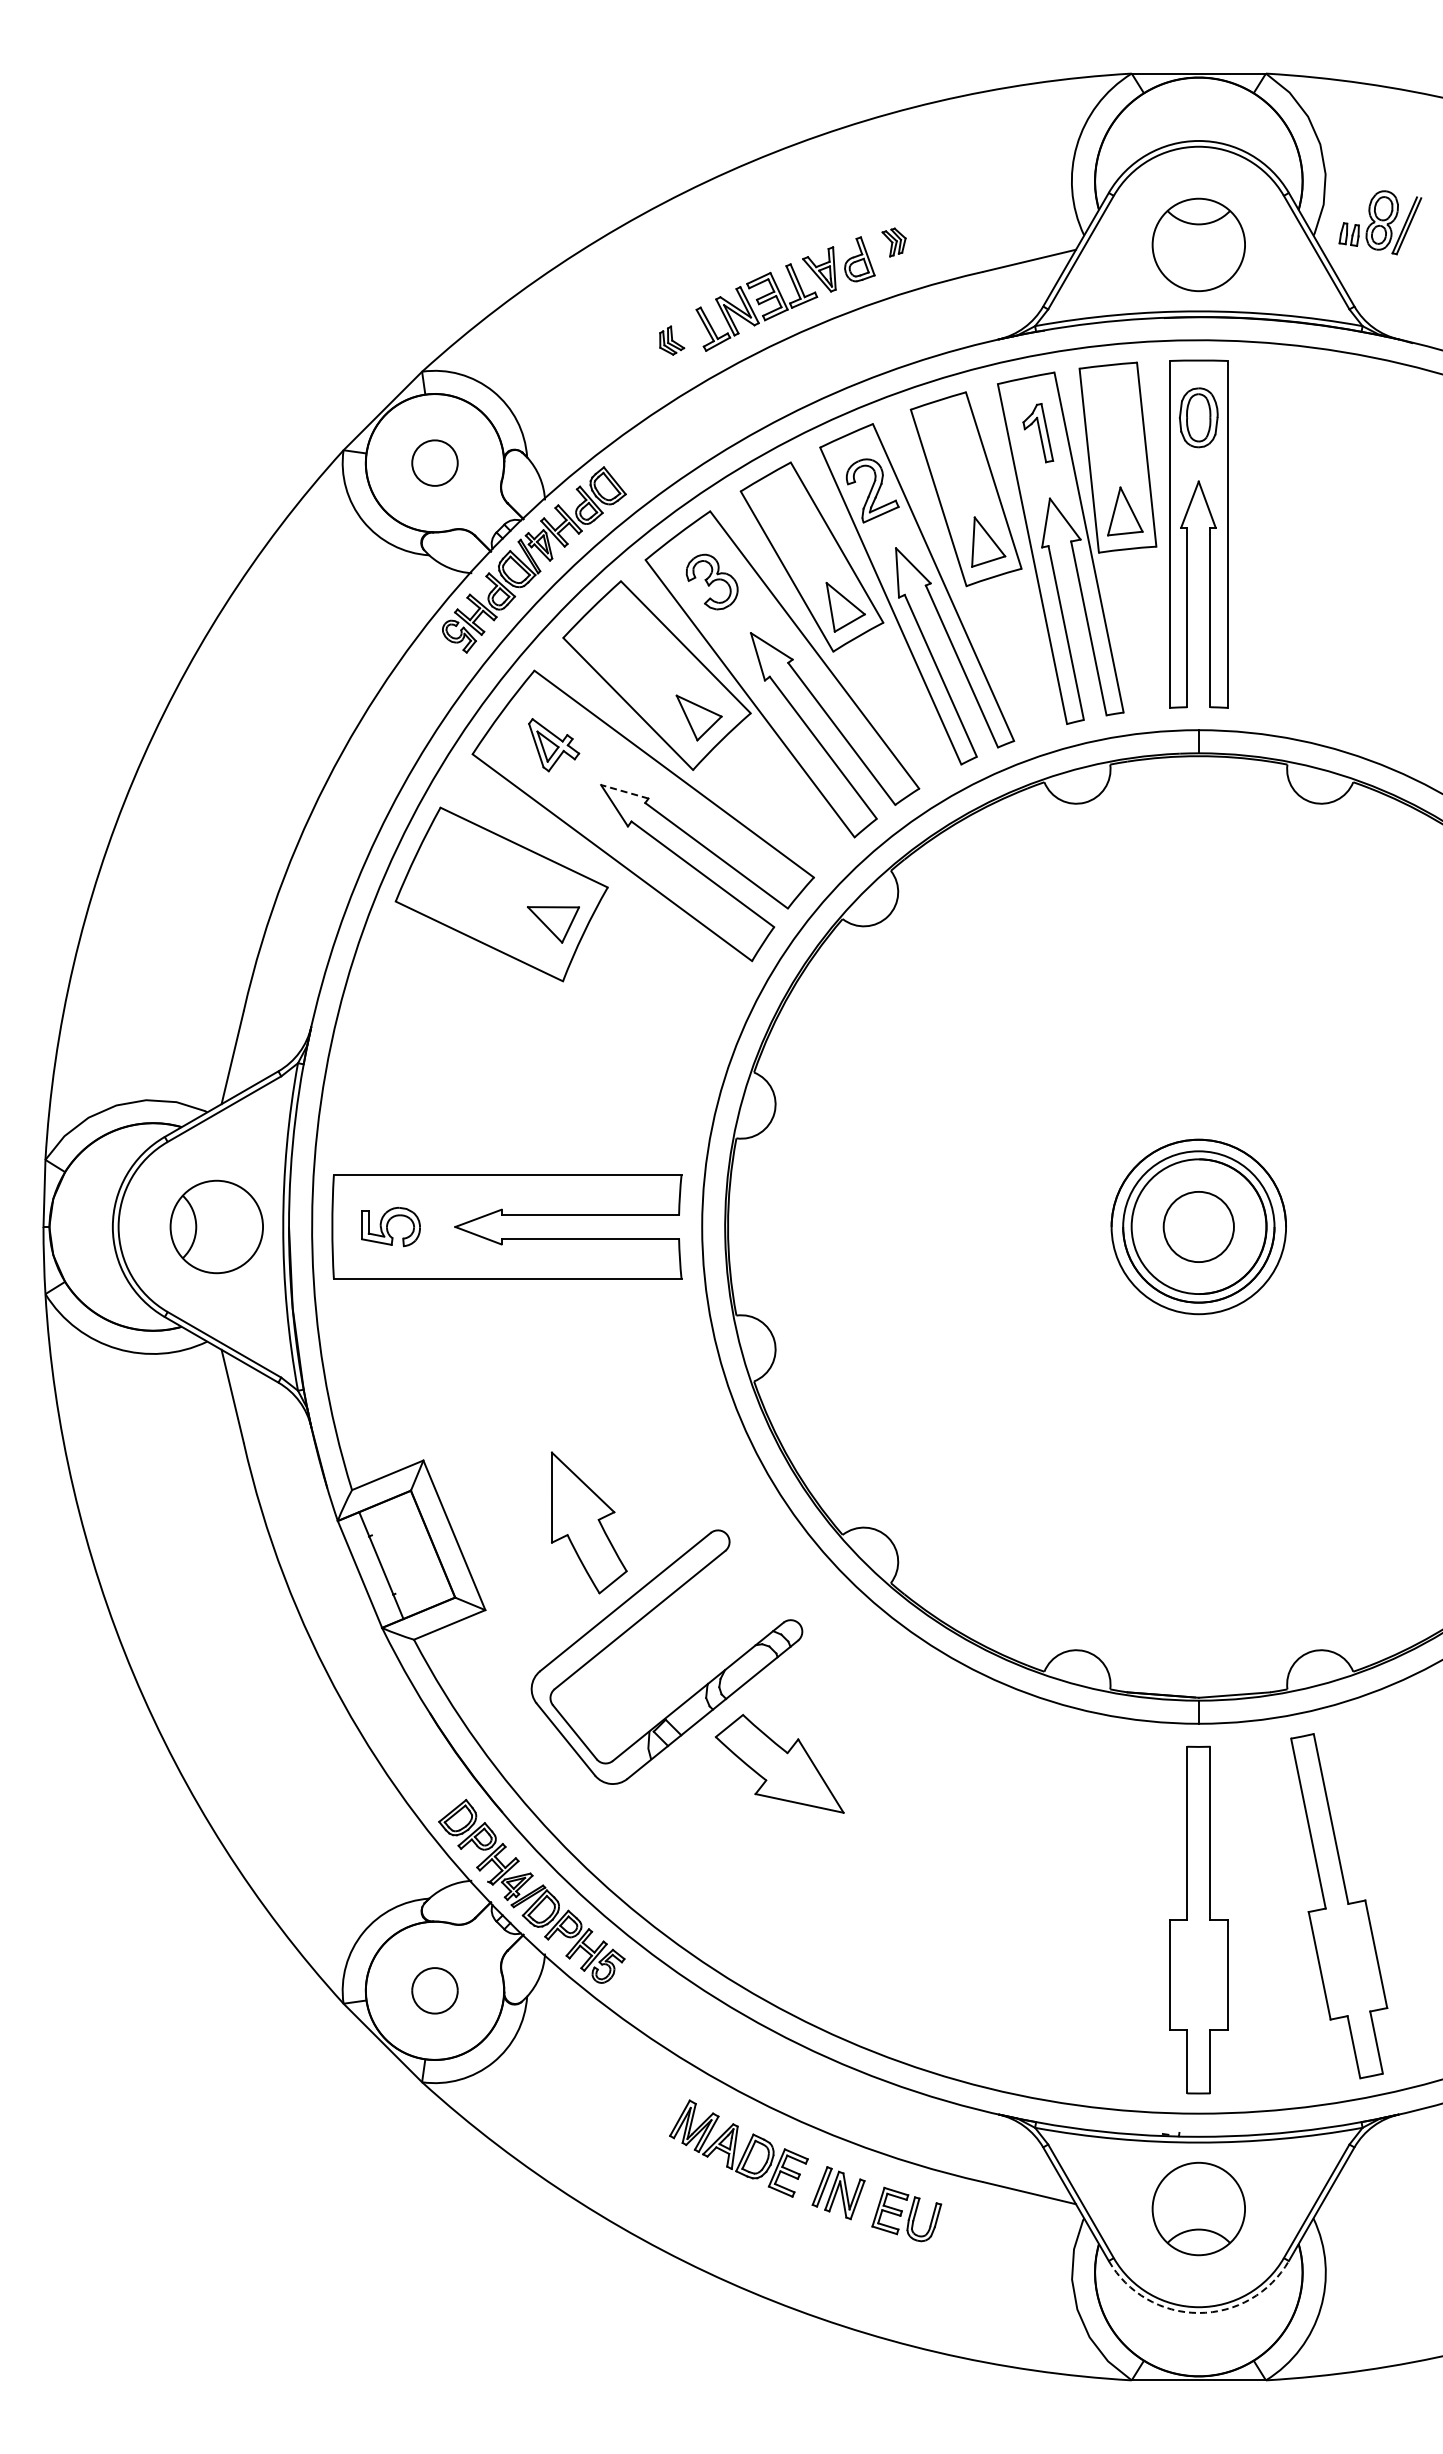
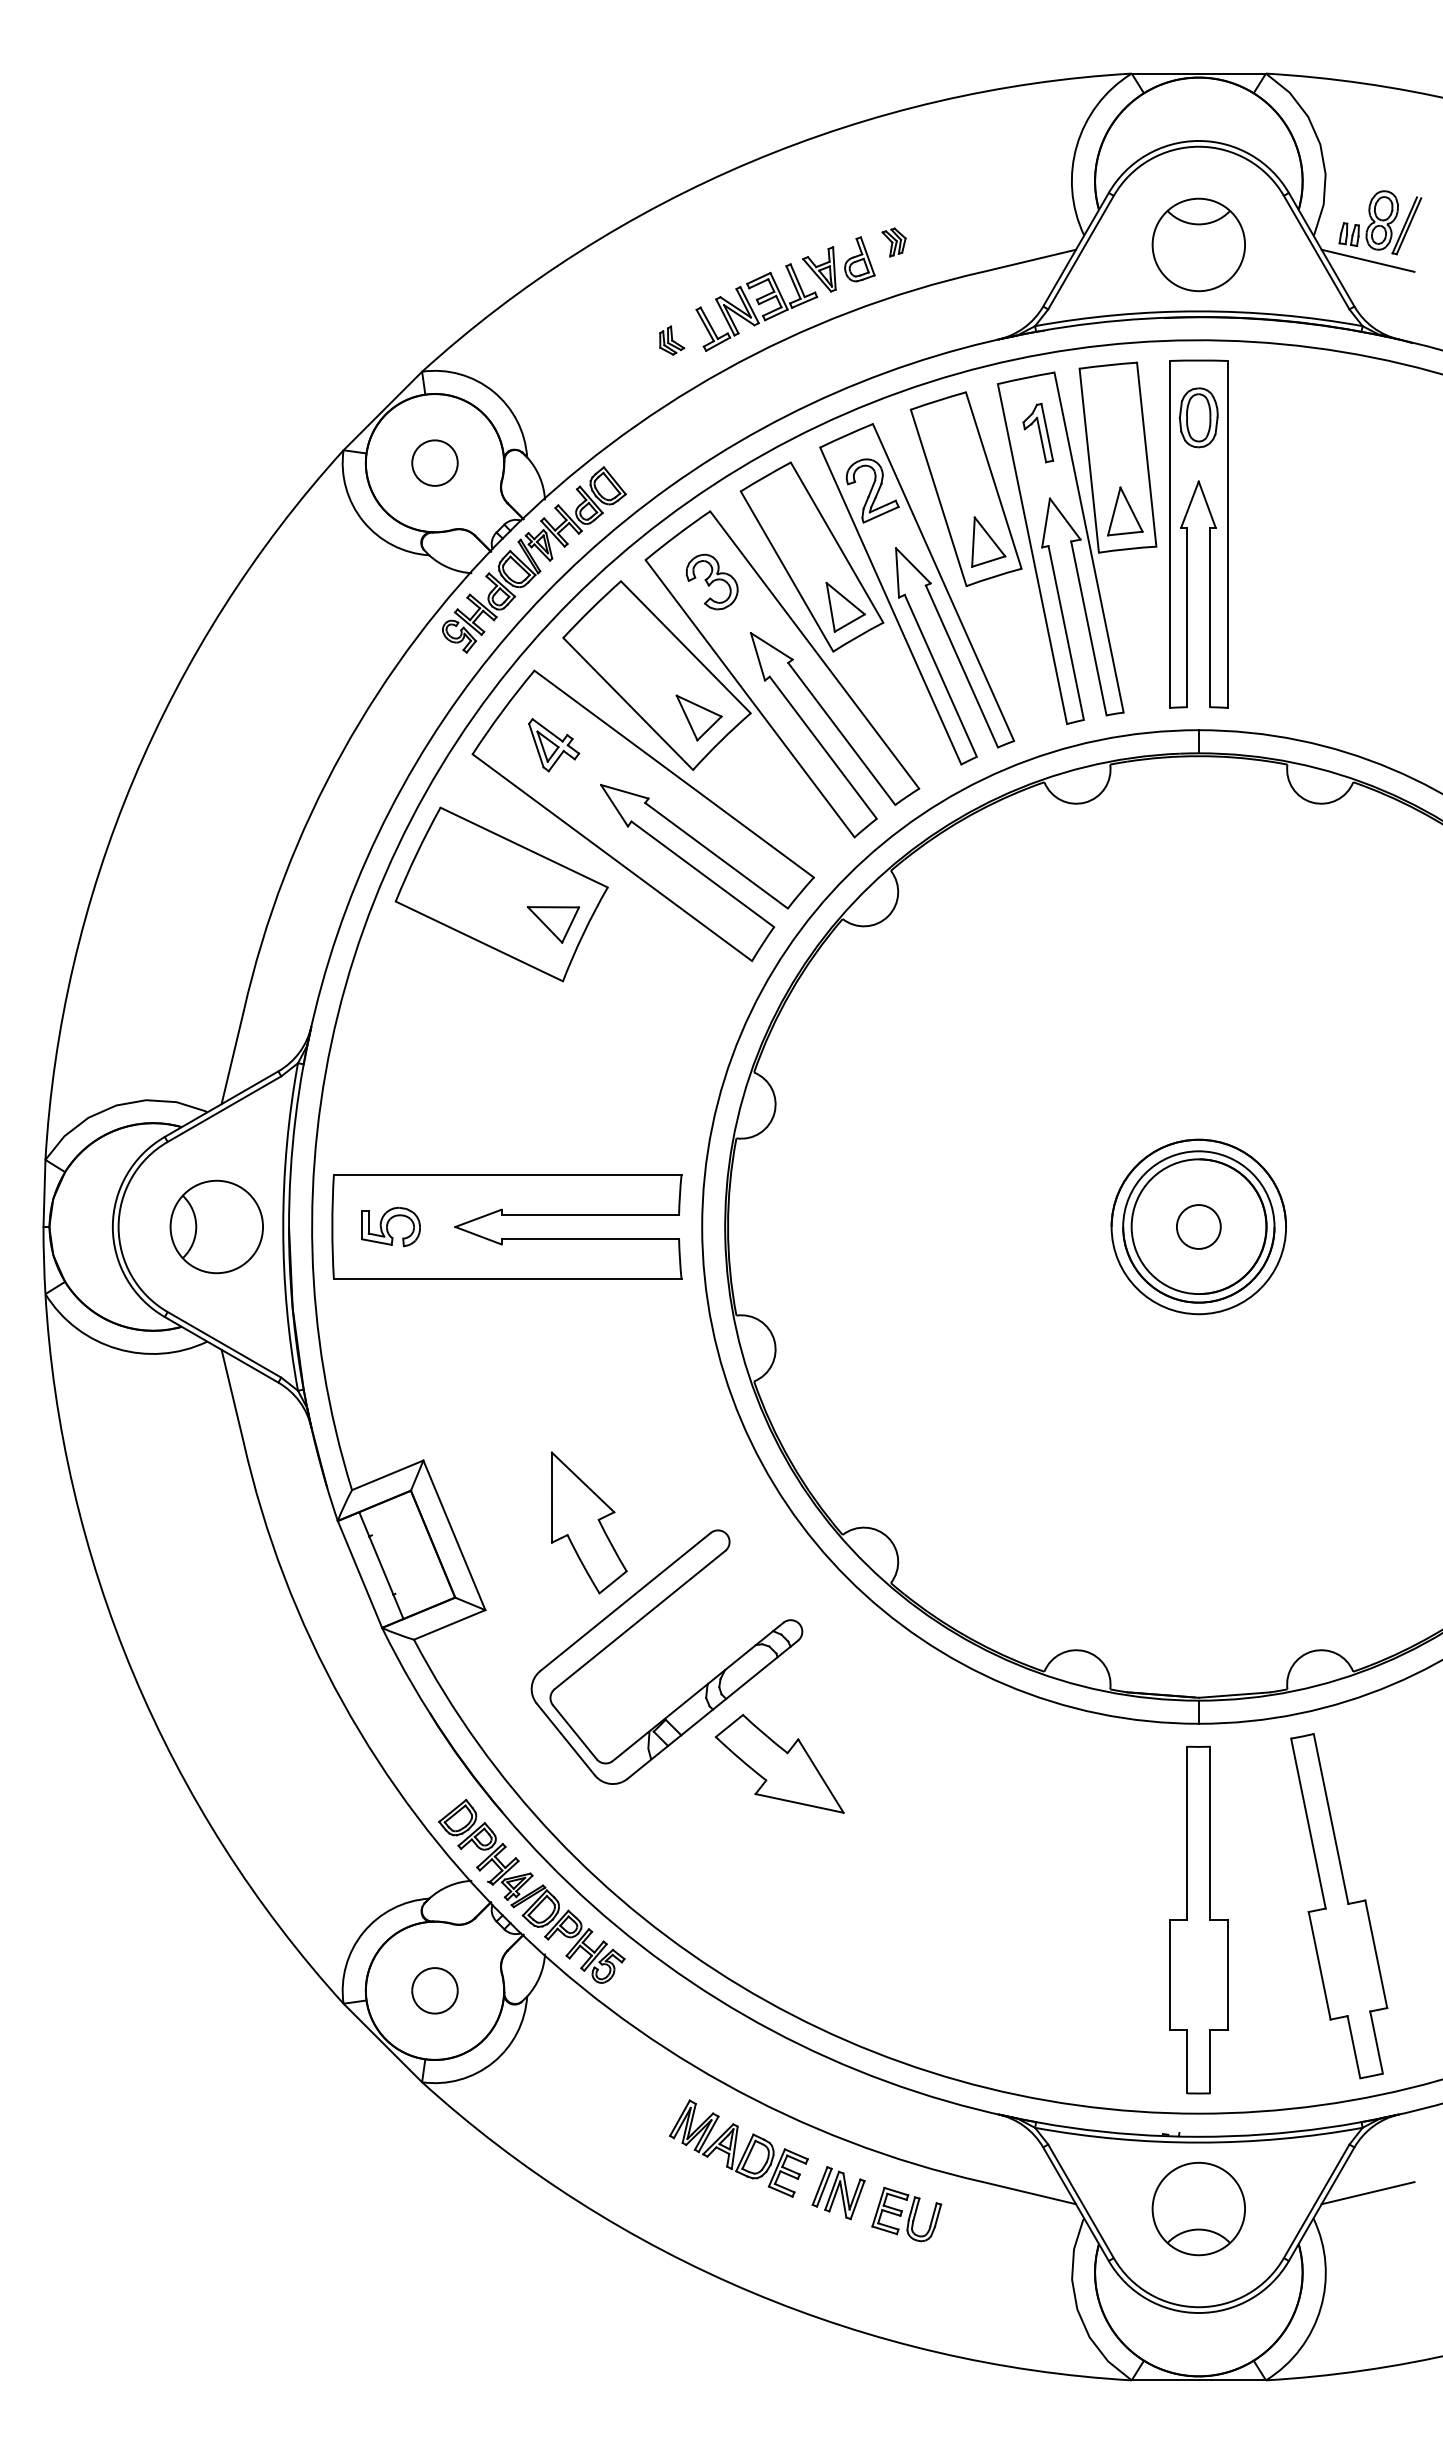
line at (1367, 260): none -> present
line at (624, 791): dashed -> solid
circle at (1198, 1226) diameter: 70 px -> 44 px
line at (1367, 2193): none -> present
arc at (1198, 2313): dashed -> solid
